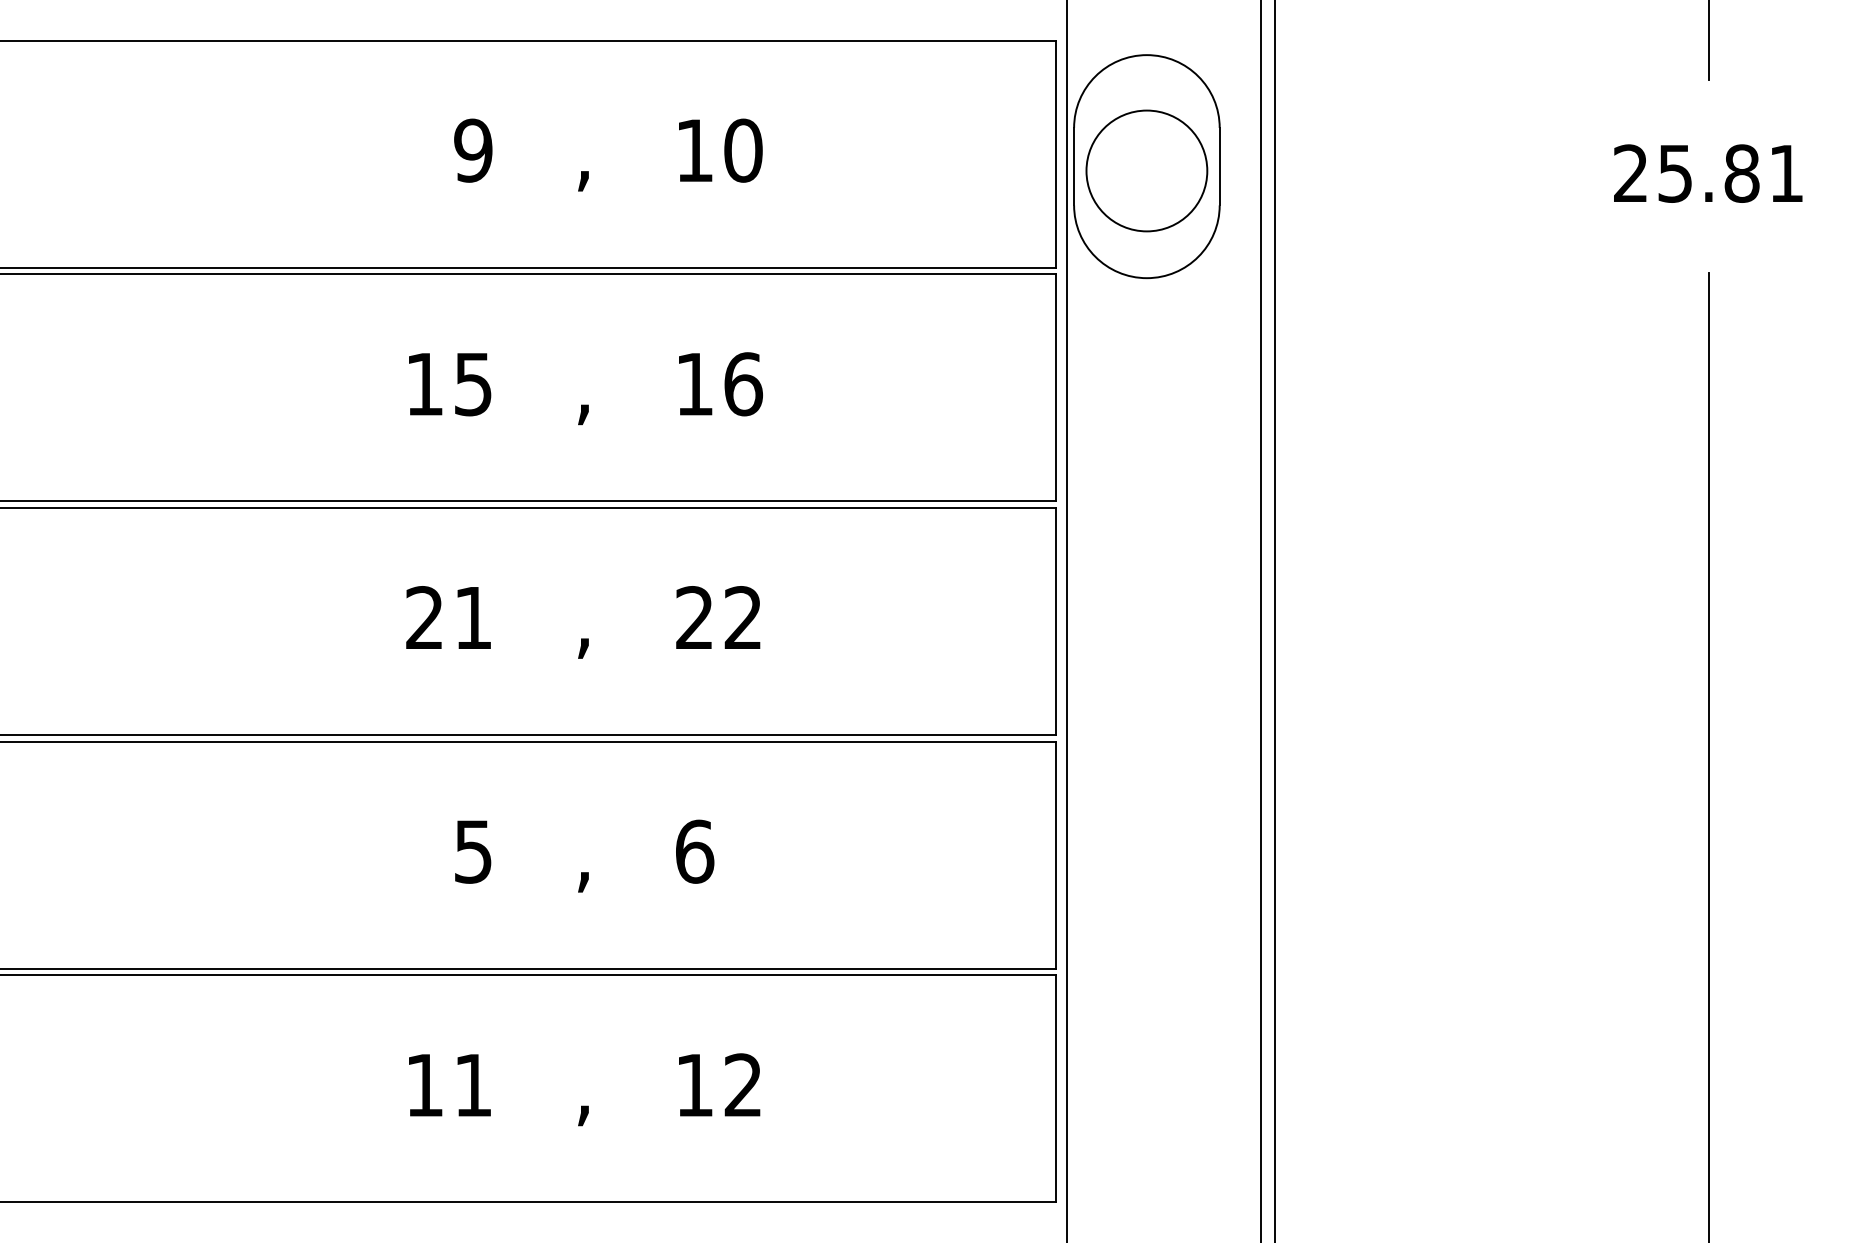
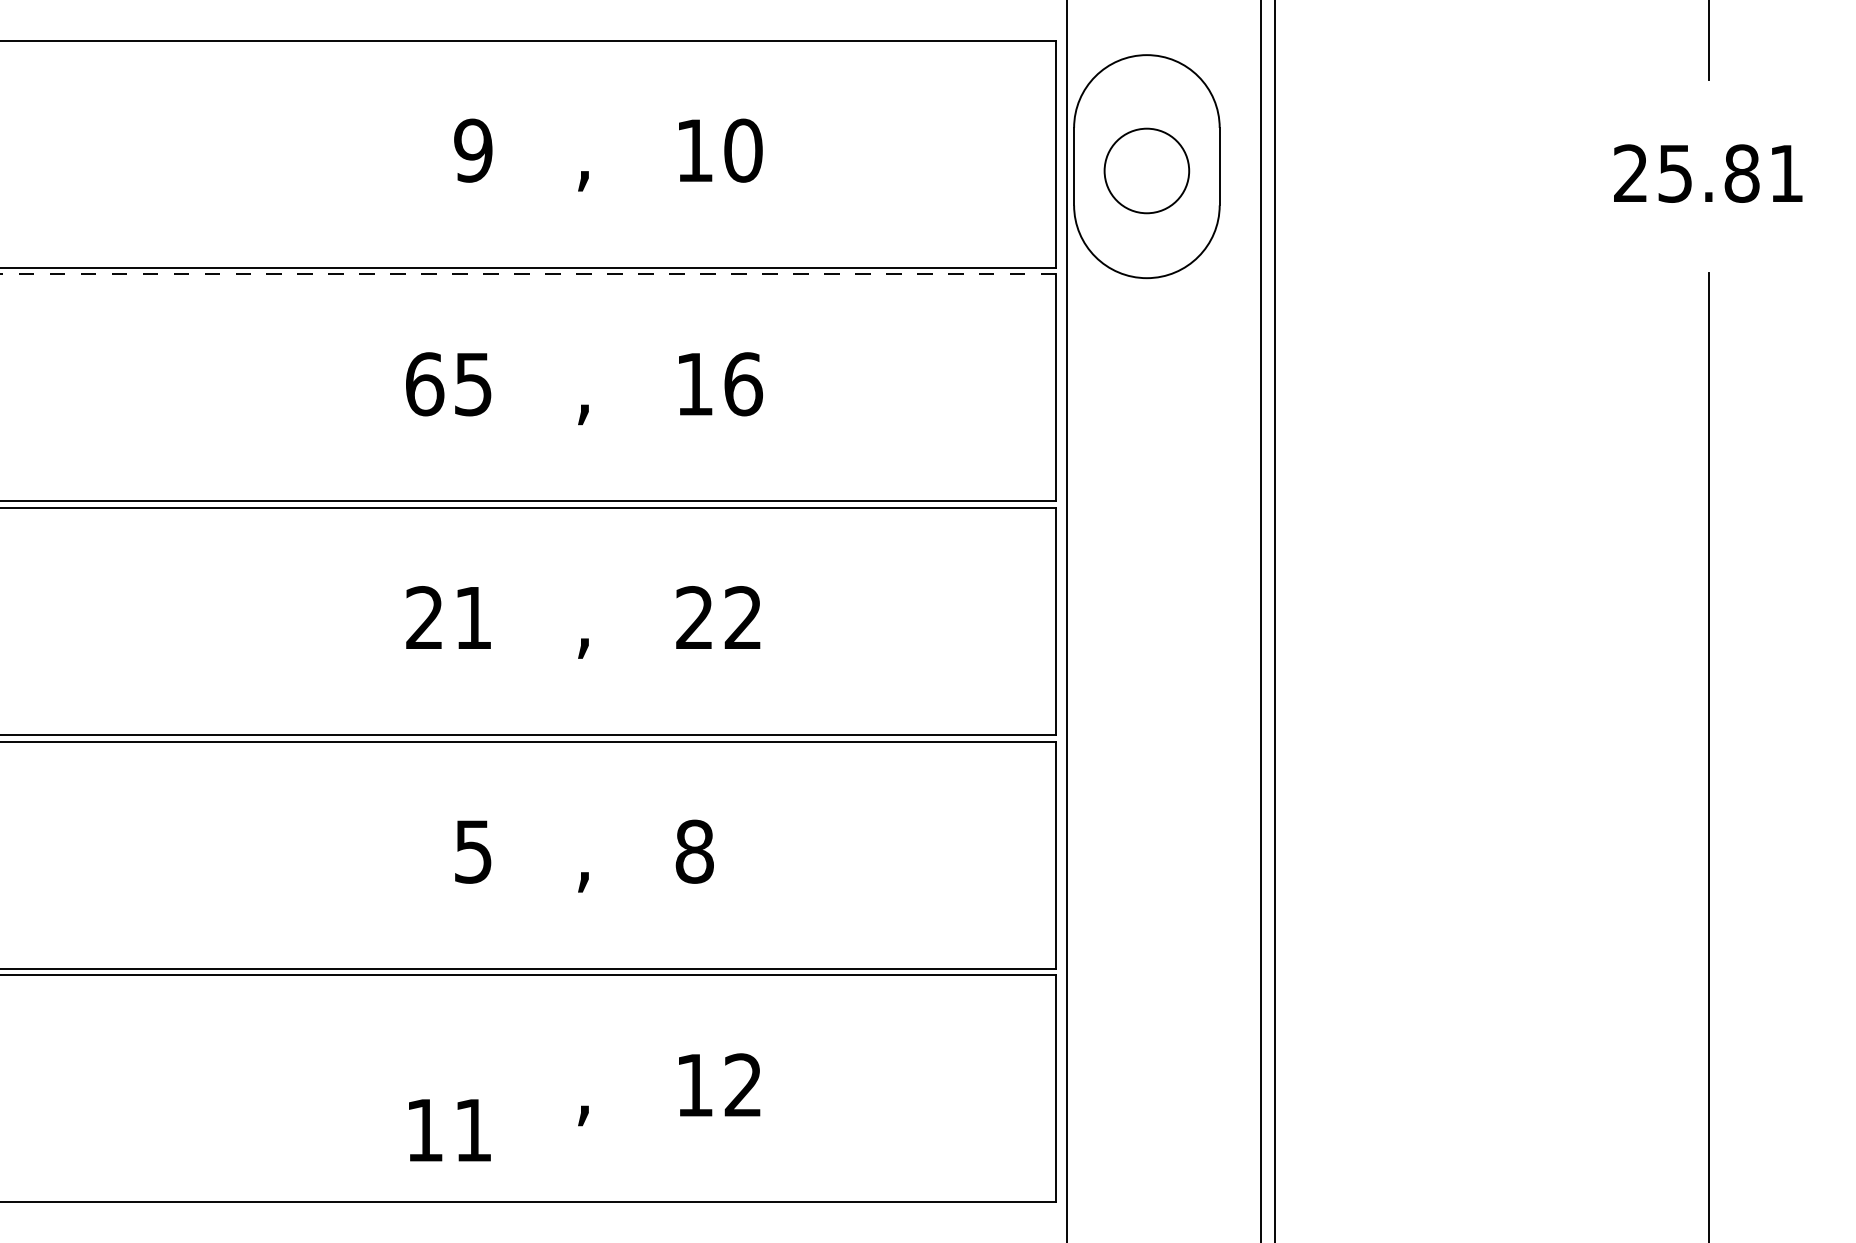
circle at (1146, 170) diameter: 121 px -> 85 px
line at (528, 274): solid -> dashed
text at (425, 384): 15 -> 65
text at (694, 851): 6 -> 8
text at (449, 1085) position: (449, 1085) -> (449, 1130)
